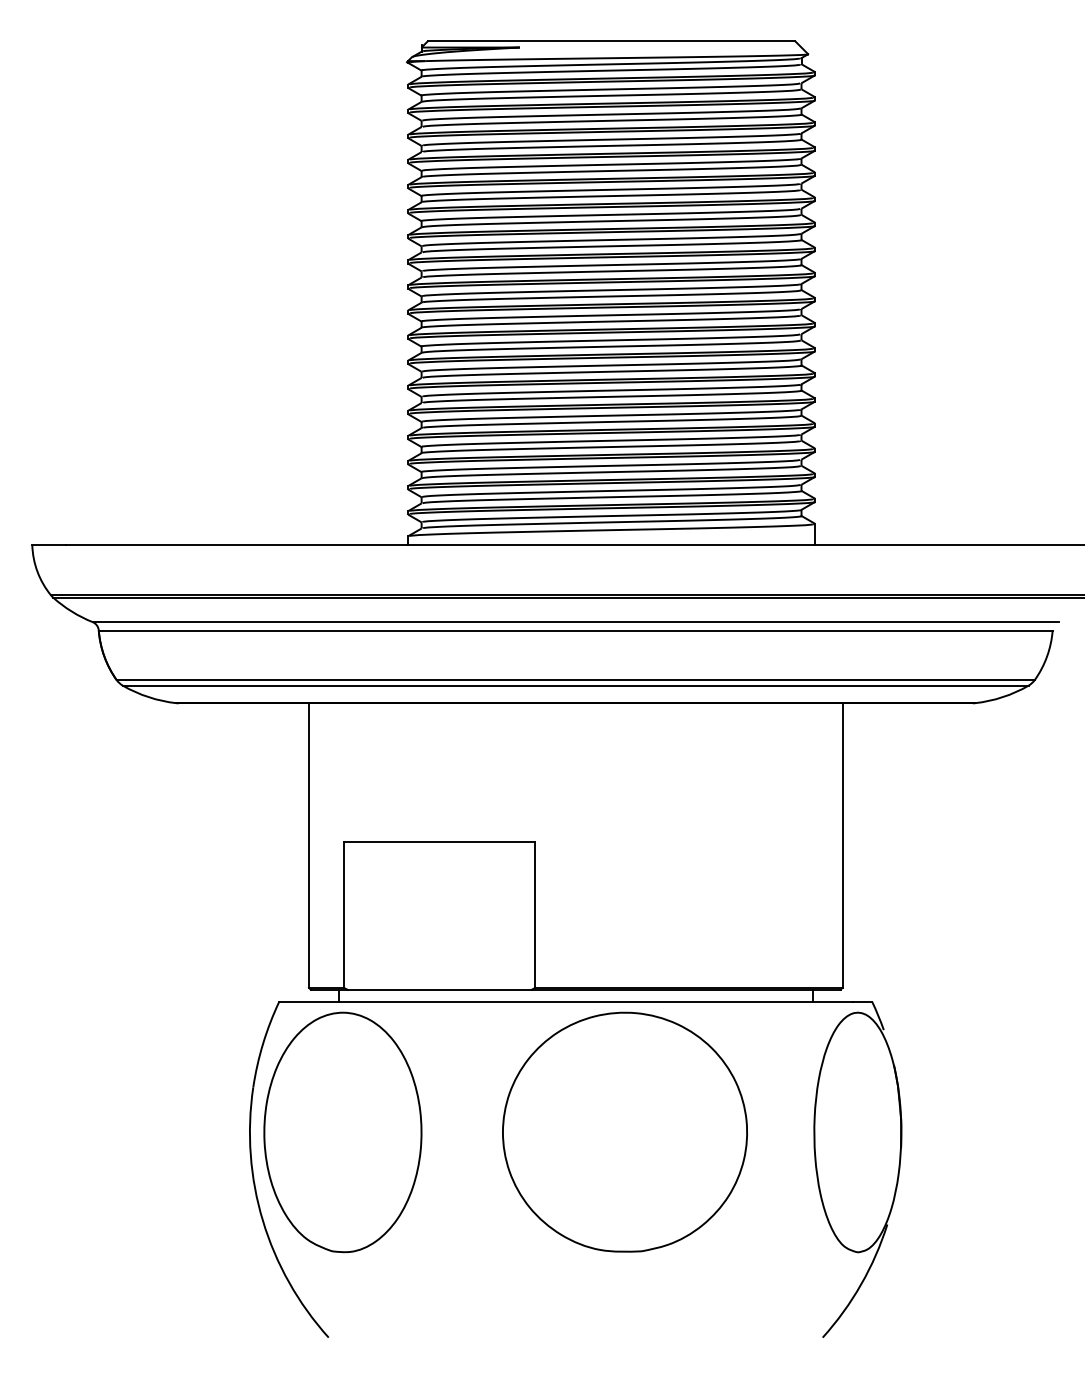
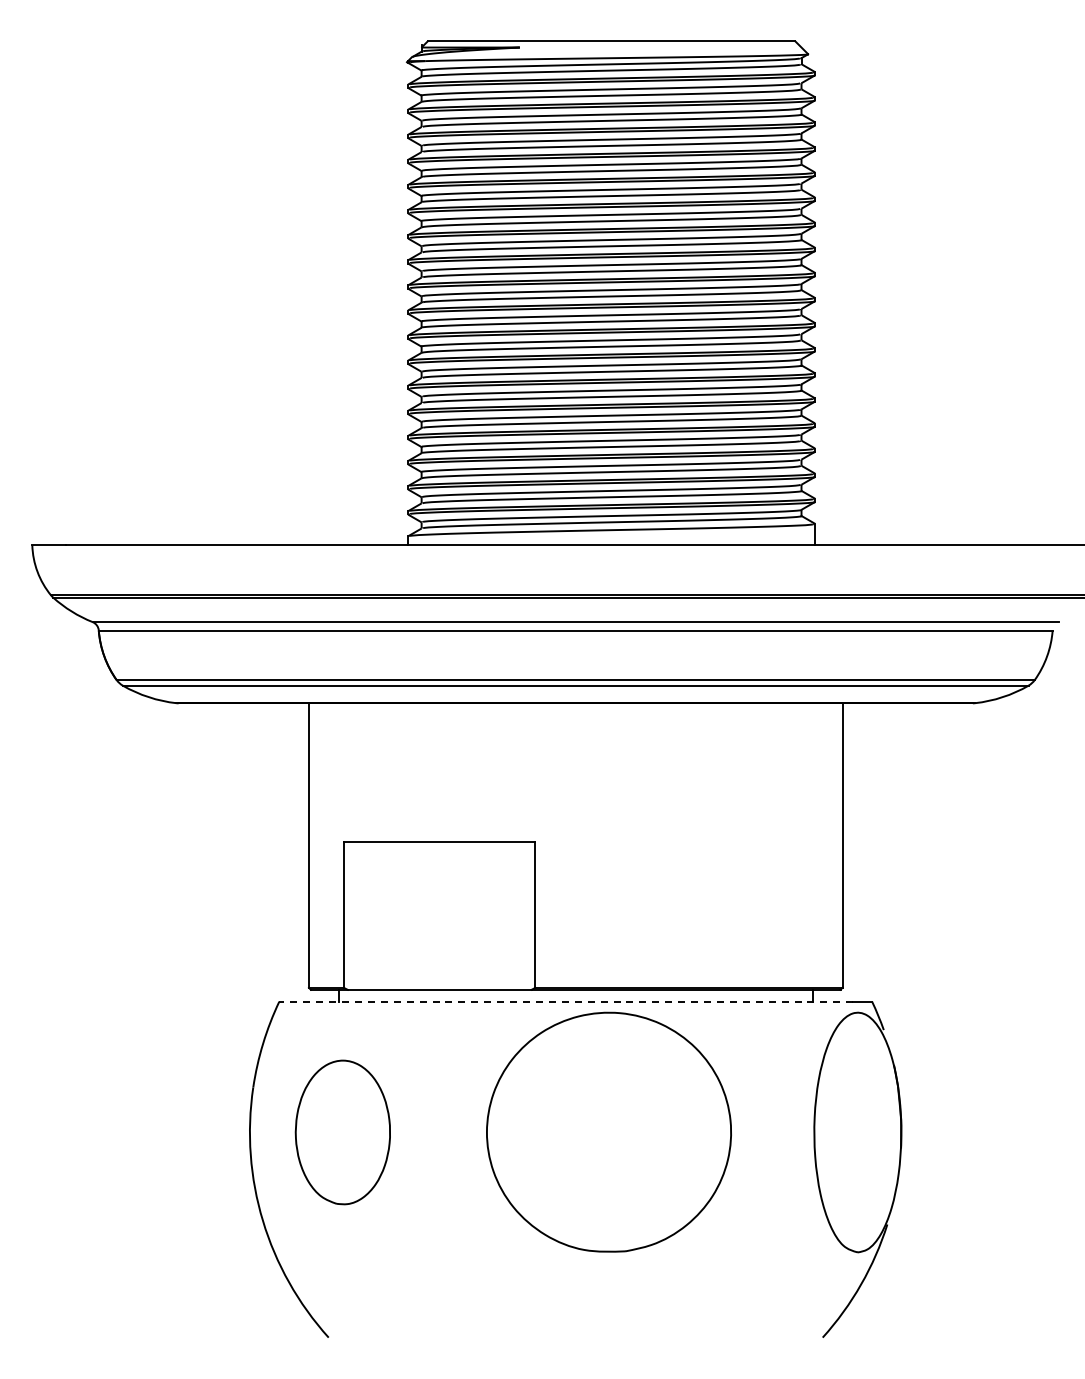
line at (566, 1001): solid -> dashed
part at (624, 1131) position: (624, 1131) -> (608, 1131)
part at (342, 1132) size: 160x243 px -> 97x147 px
